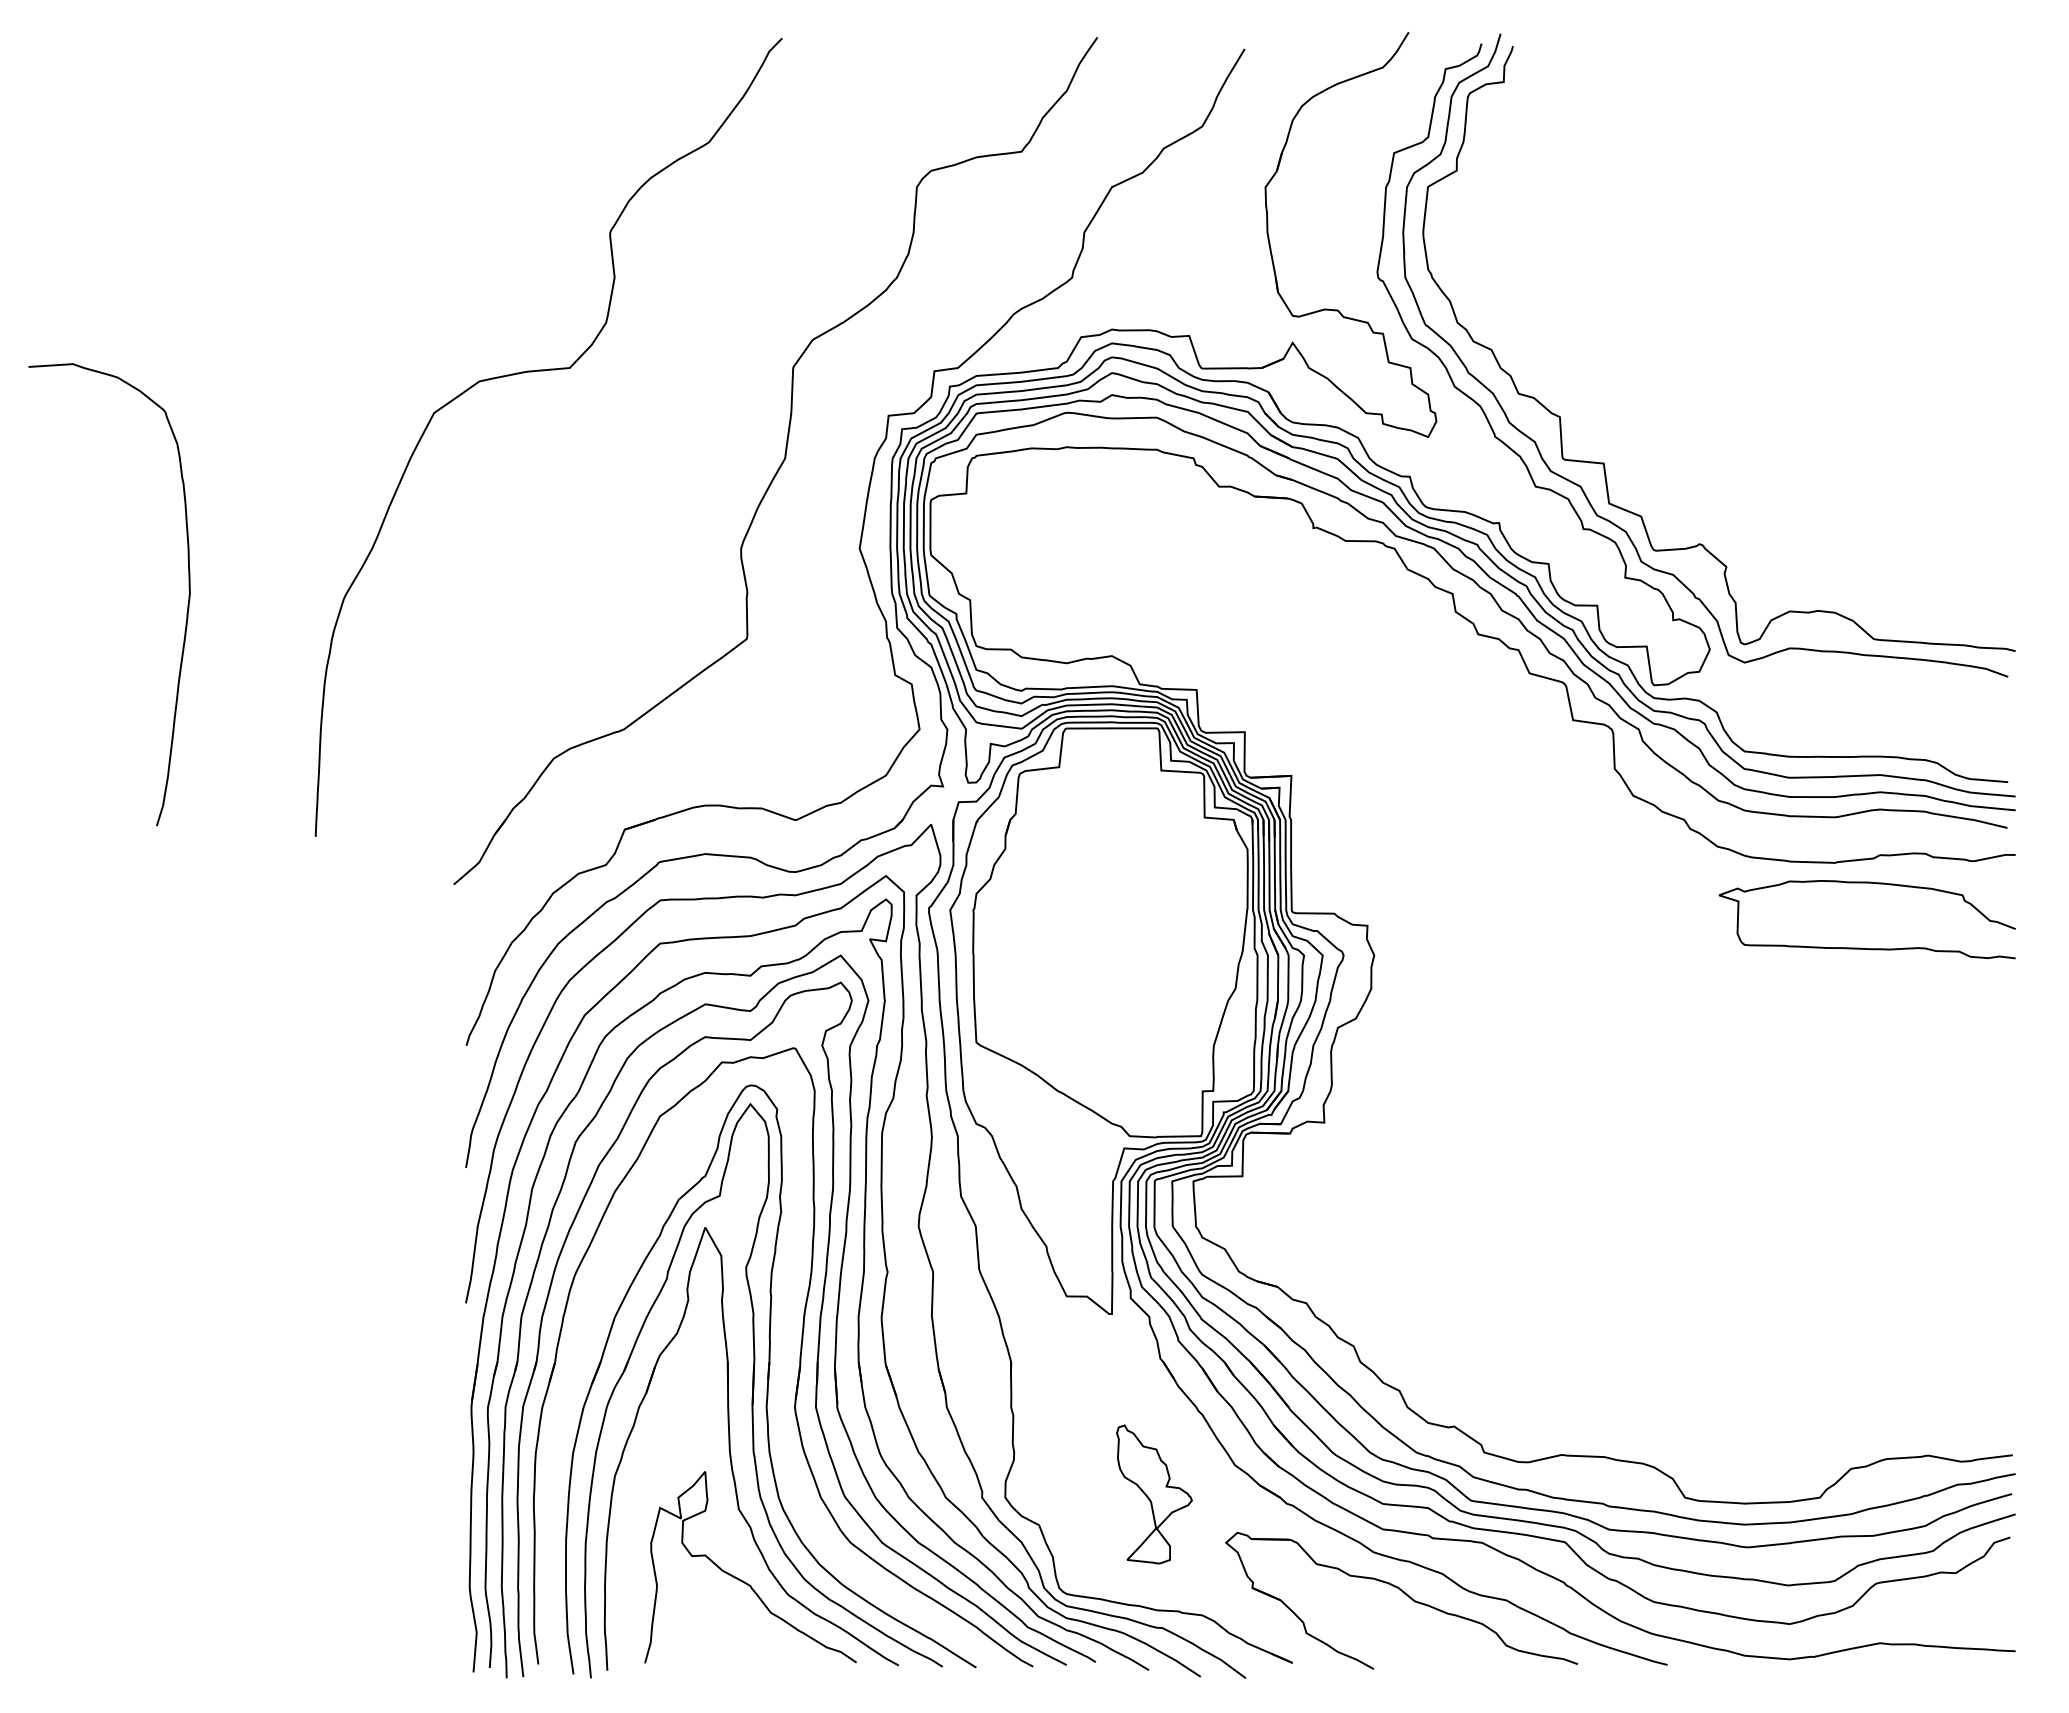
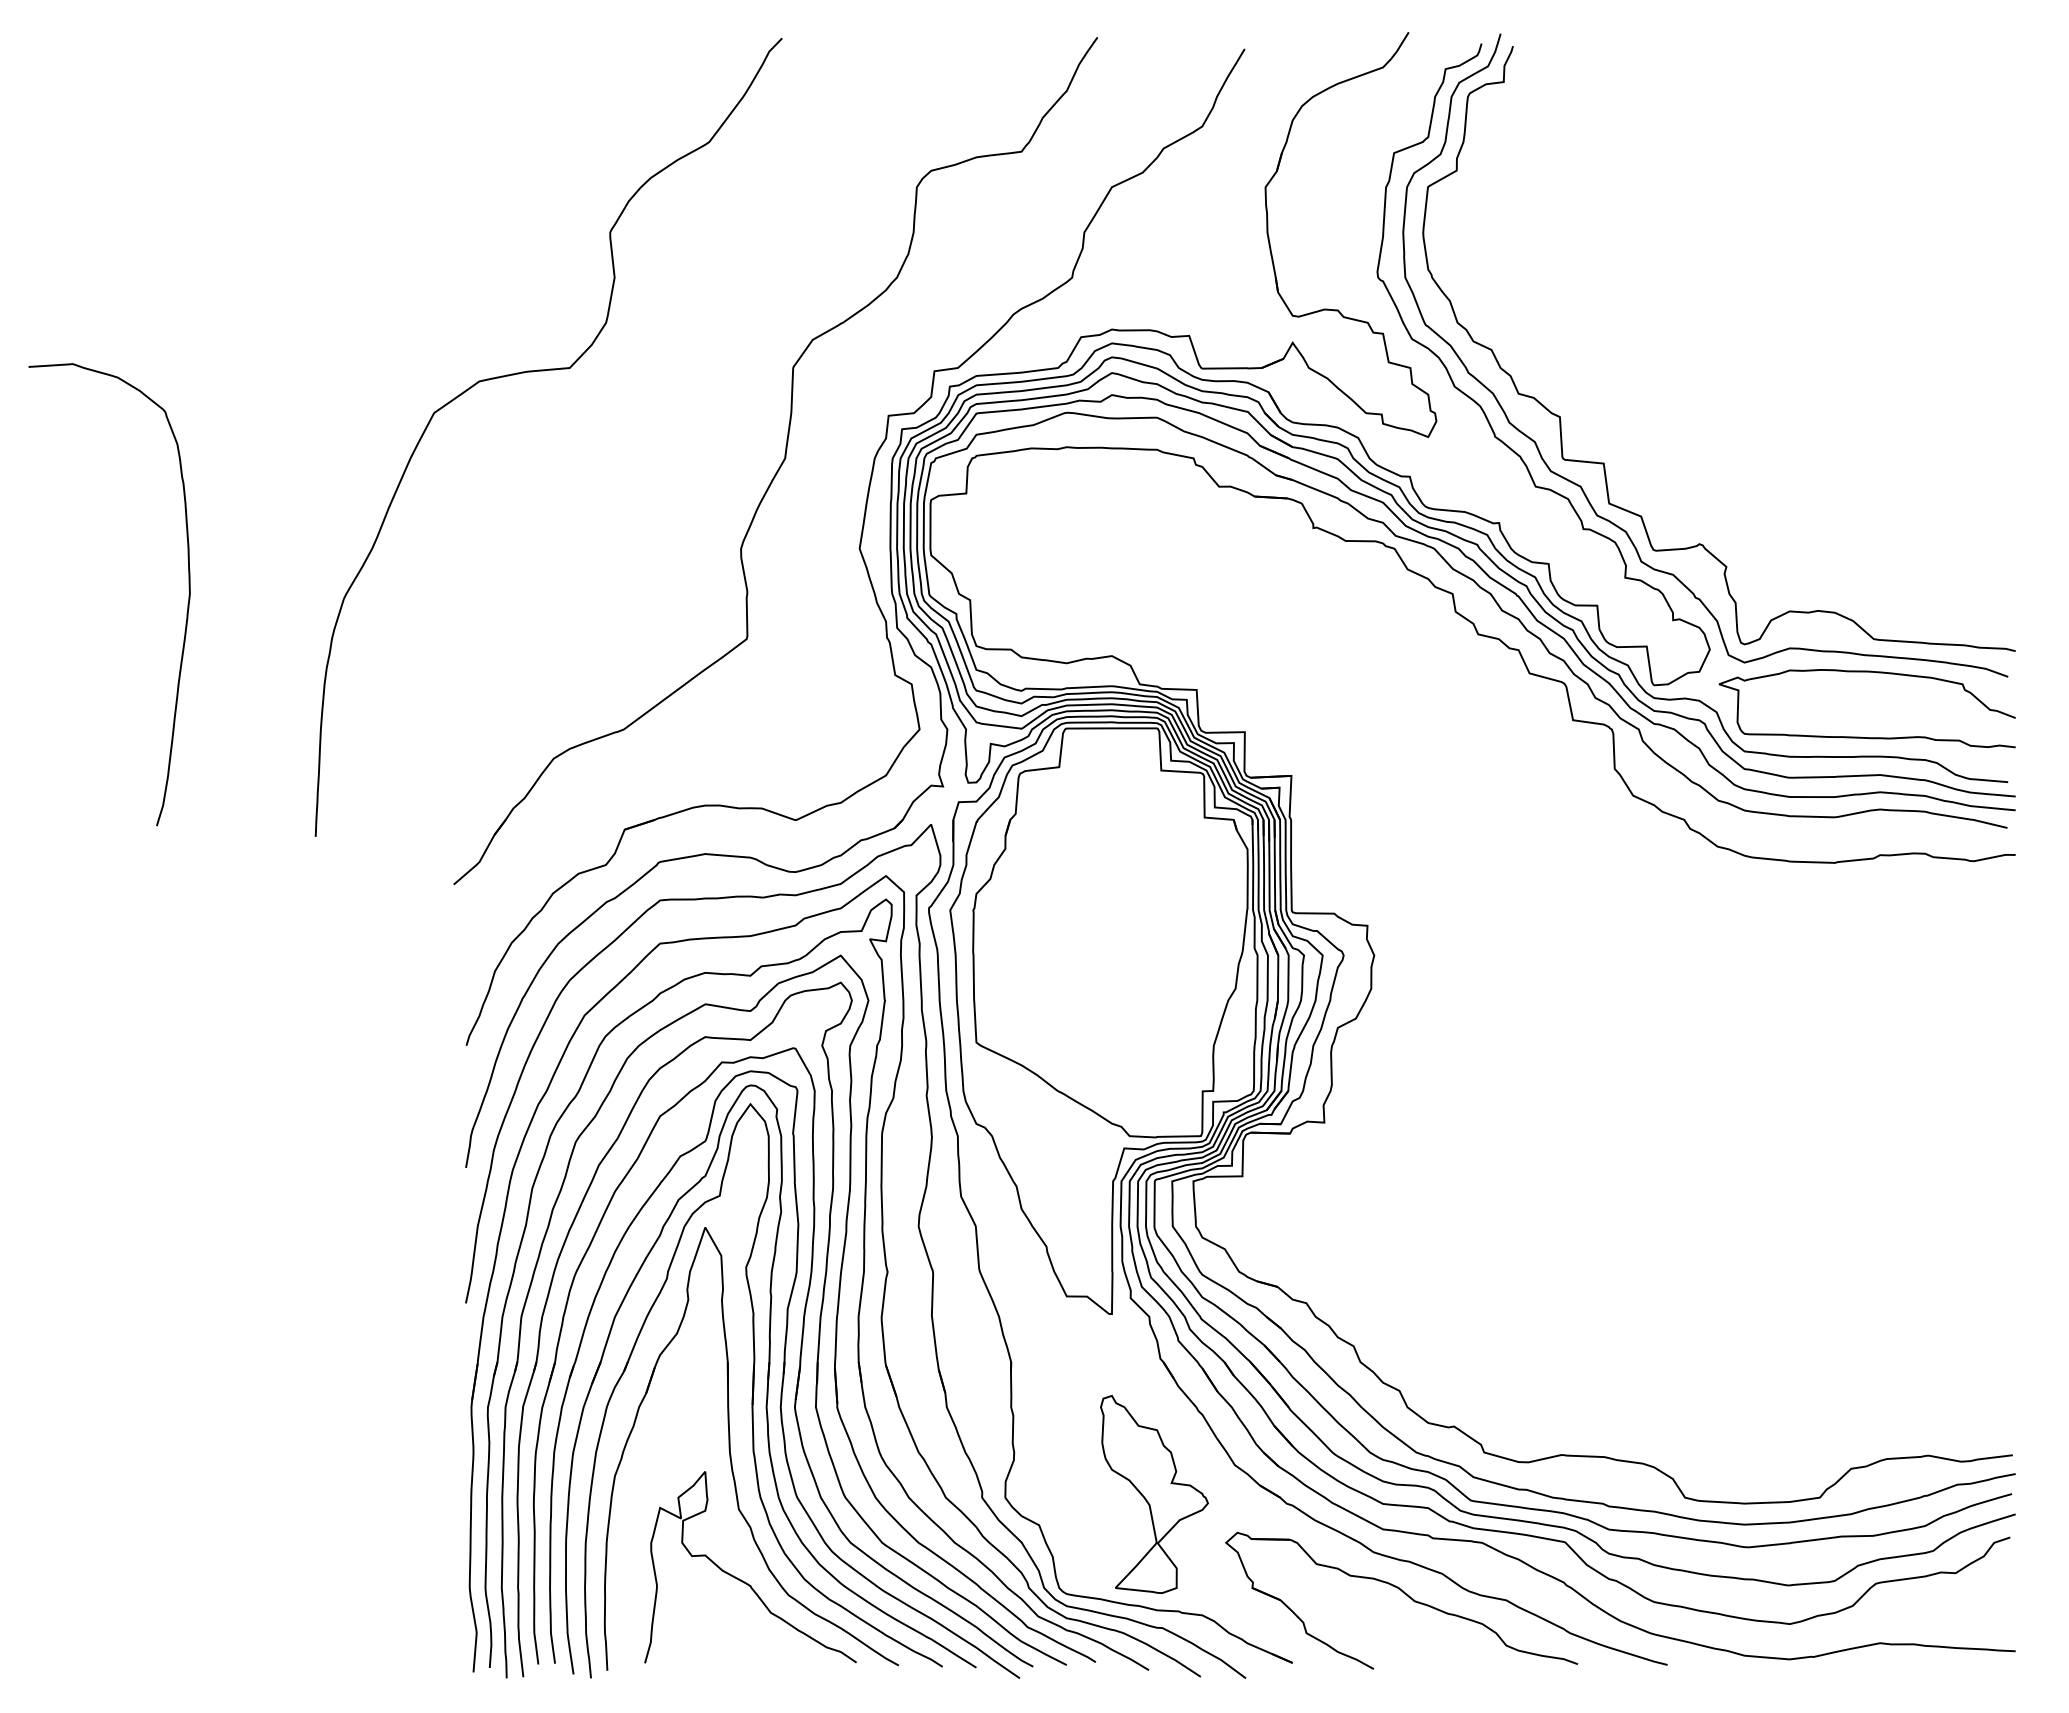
curve at (1861, 947) position: (1861, 947) -> (1861, 736)
part at (784, 1374): none -> present
part at (1154, 1494) size: 77x141 px -> 109x199 px
